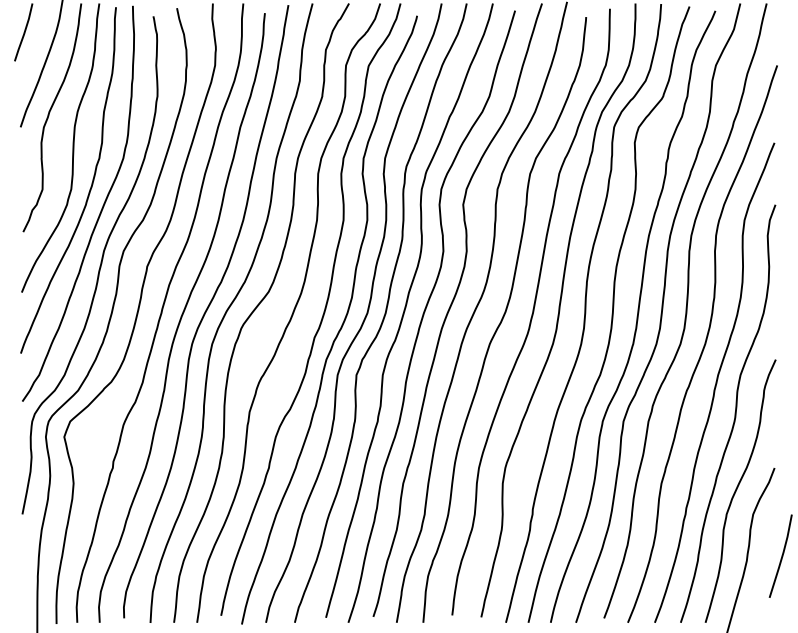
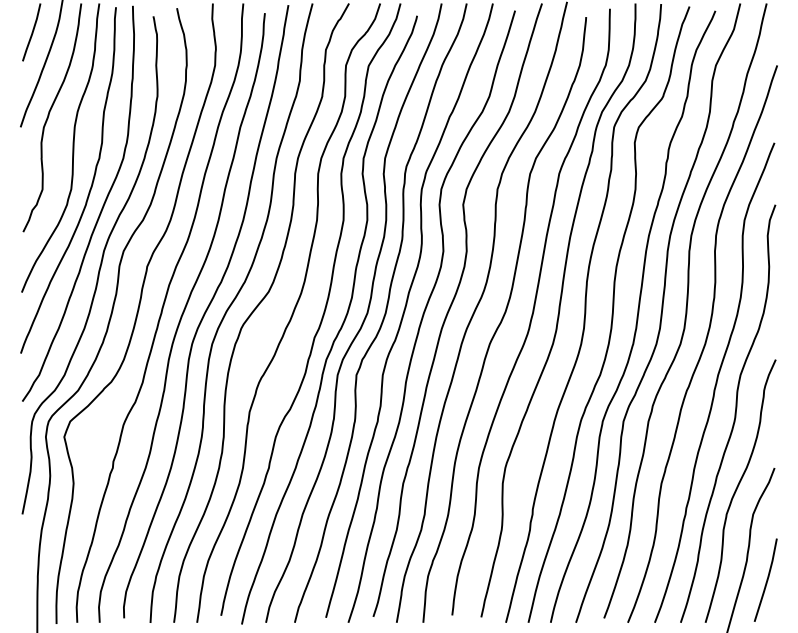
line at (23, 32) position: (23, 32) -> (31, 32)
line at (781, 555) position: (781, 555) -> (766, 579)
